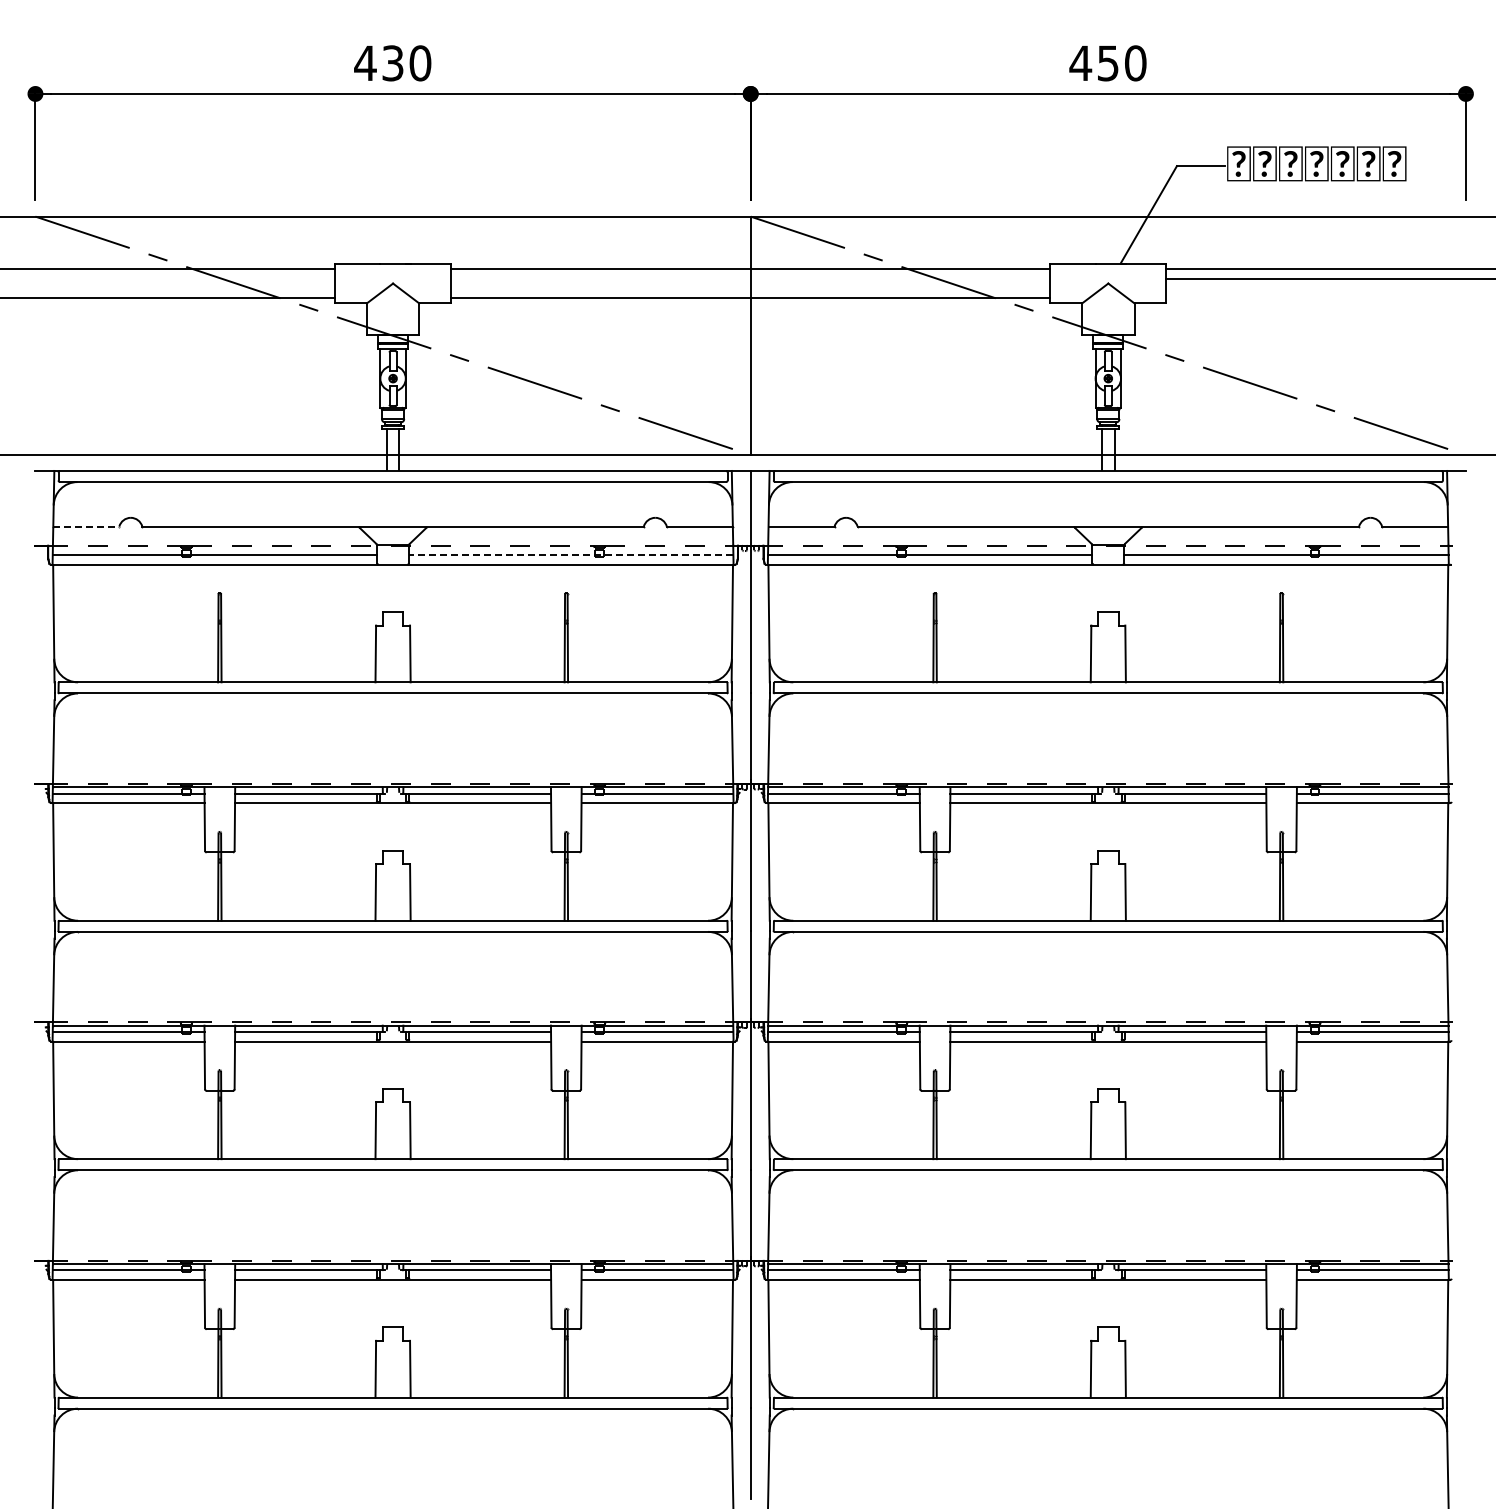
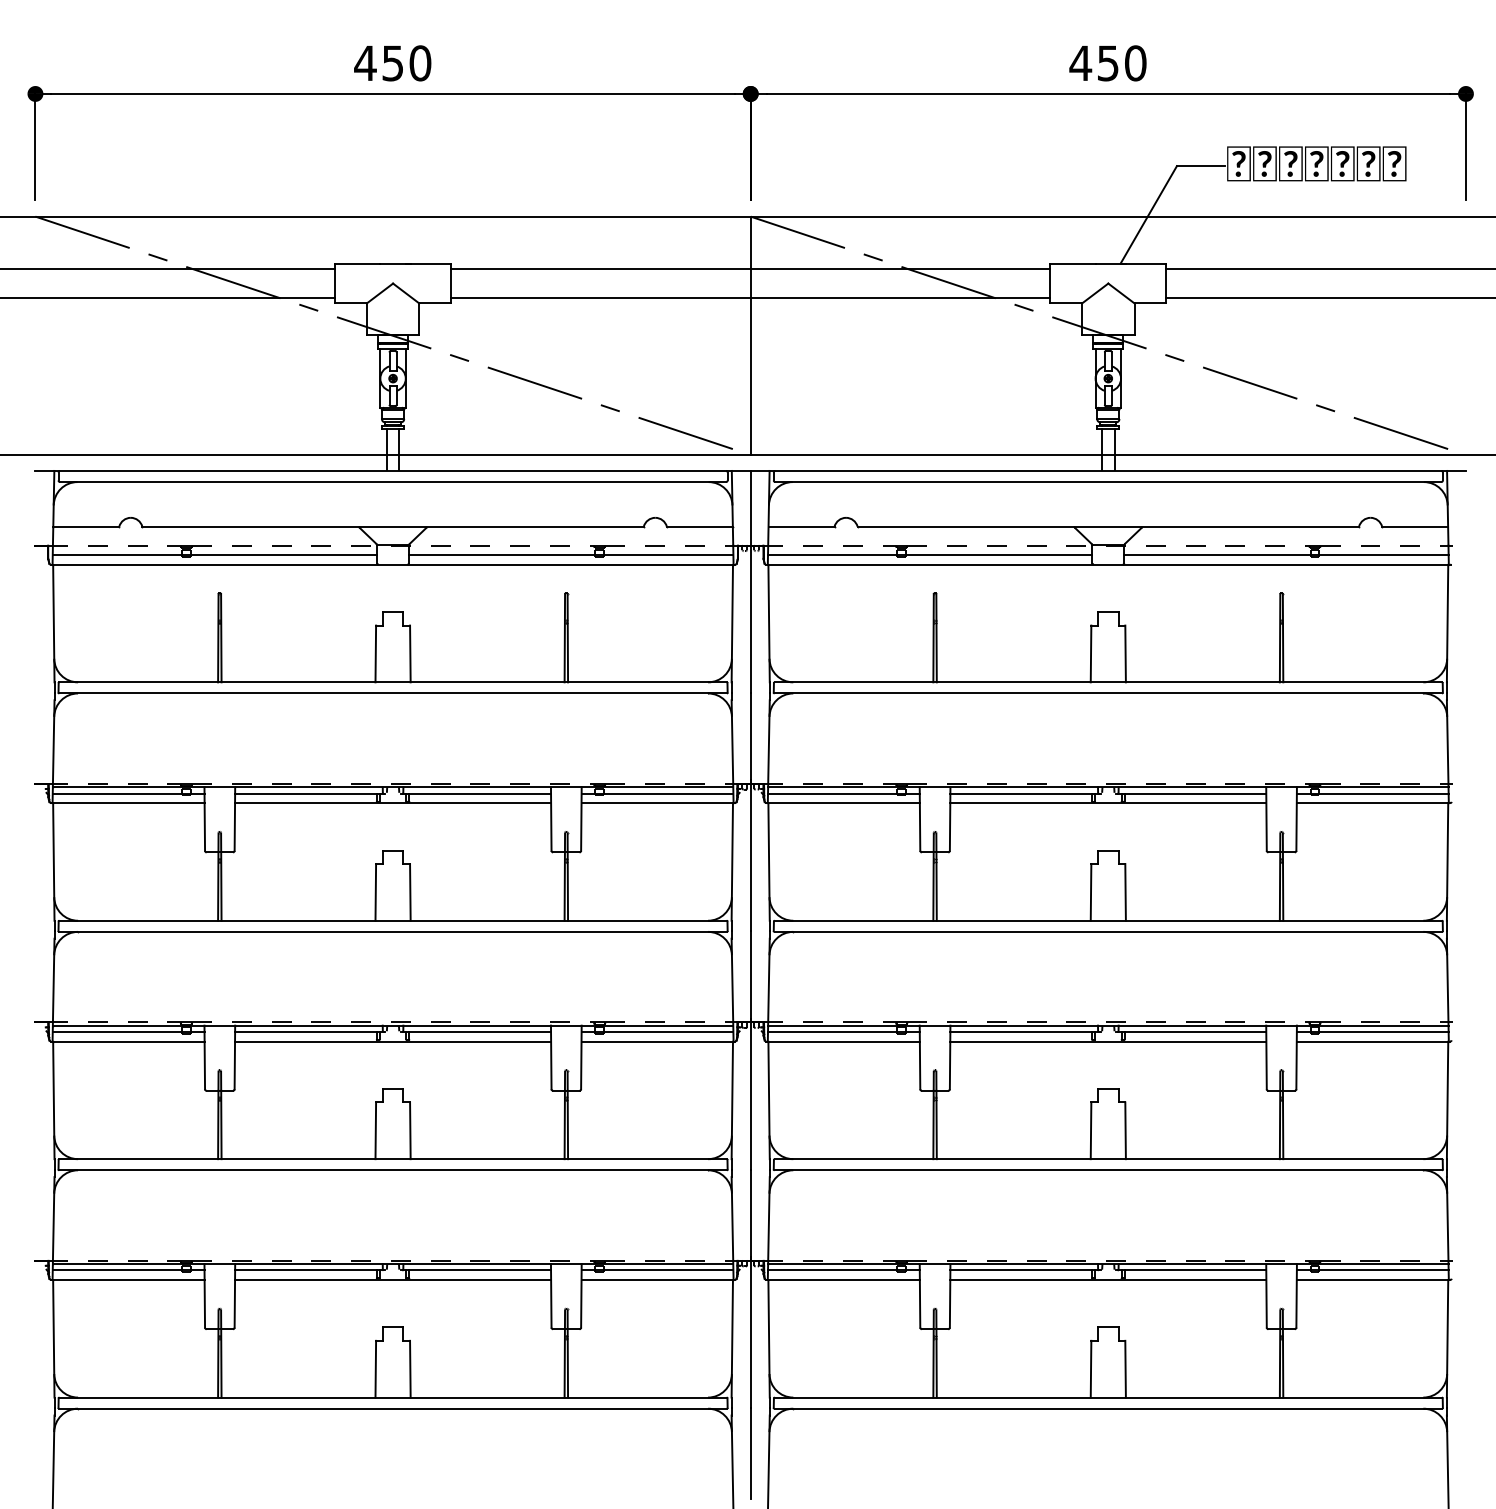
text at (393, 62): 430 -> 450
line at (1329, 278) position: (1329, 278) -> (1329, 297)
line at (86, 526): dashed -> solid
line at (570, 555): dashed -> solid
